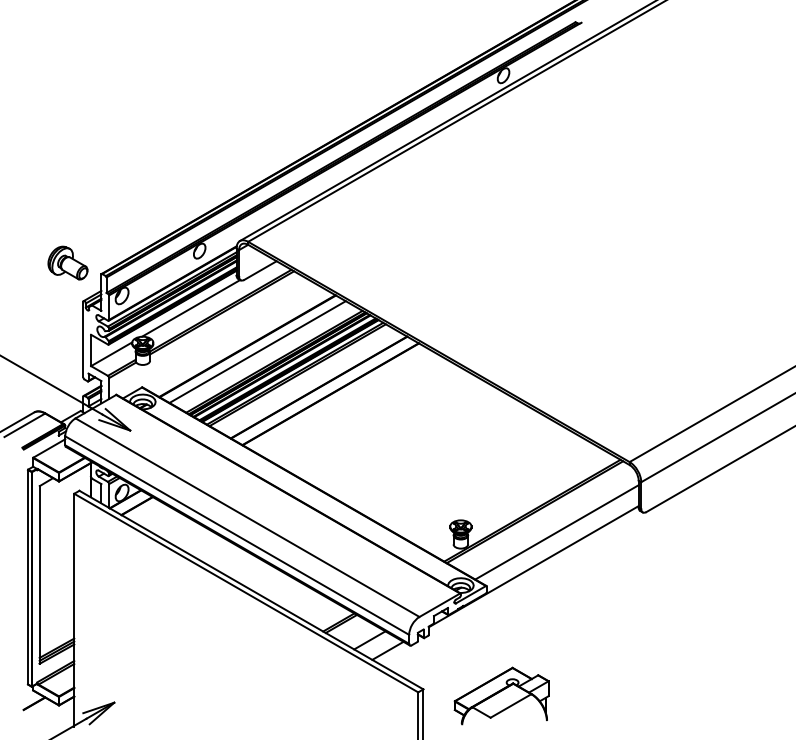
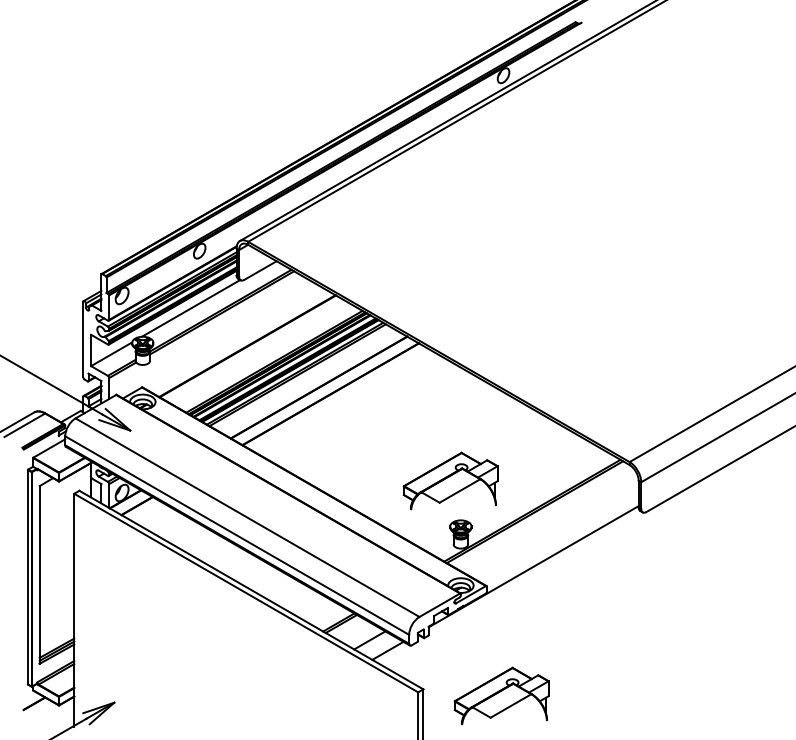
part at (67, 262): present -> none
line at (257, 351): present -> none
part at (450, 480): none -> present
line at (556, 532): present -> none
